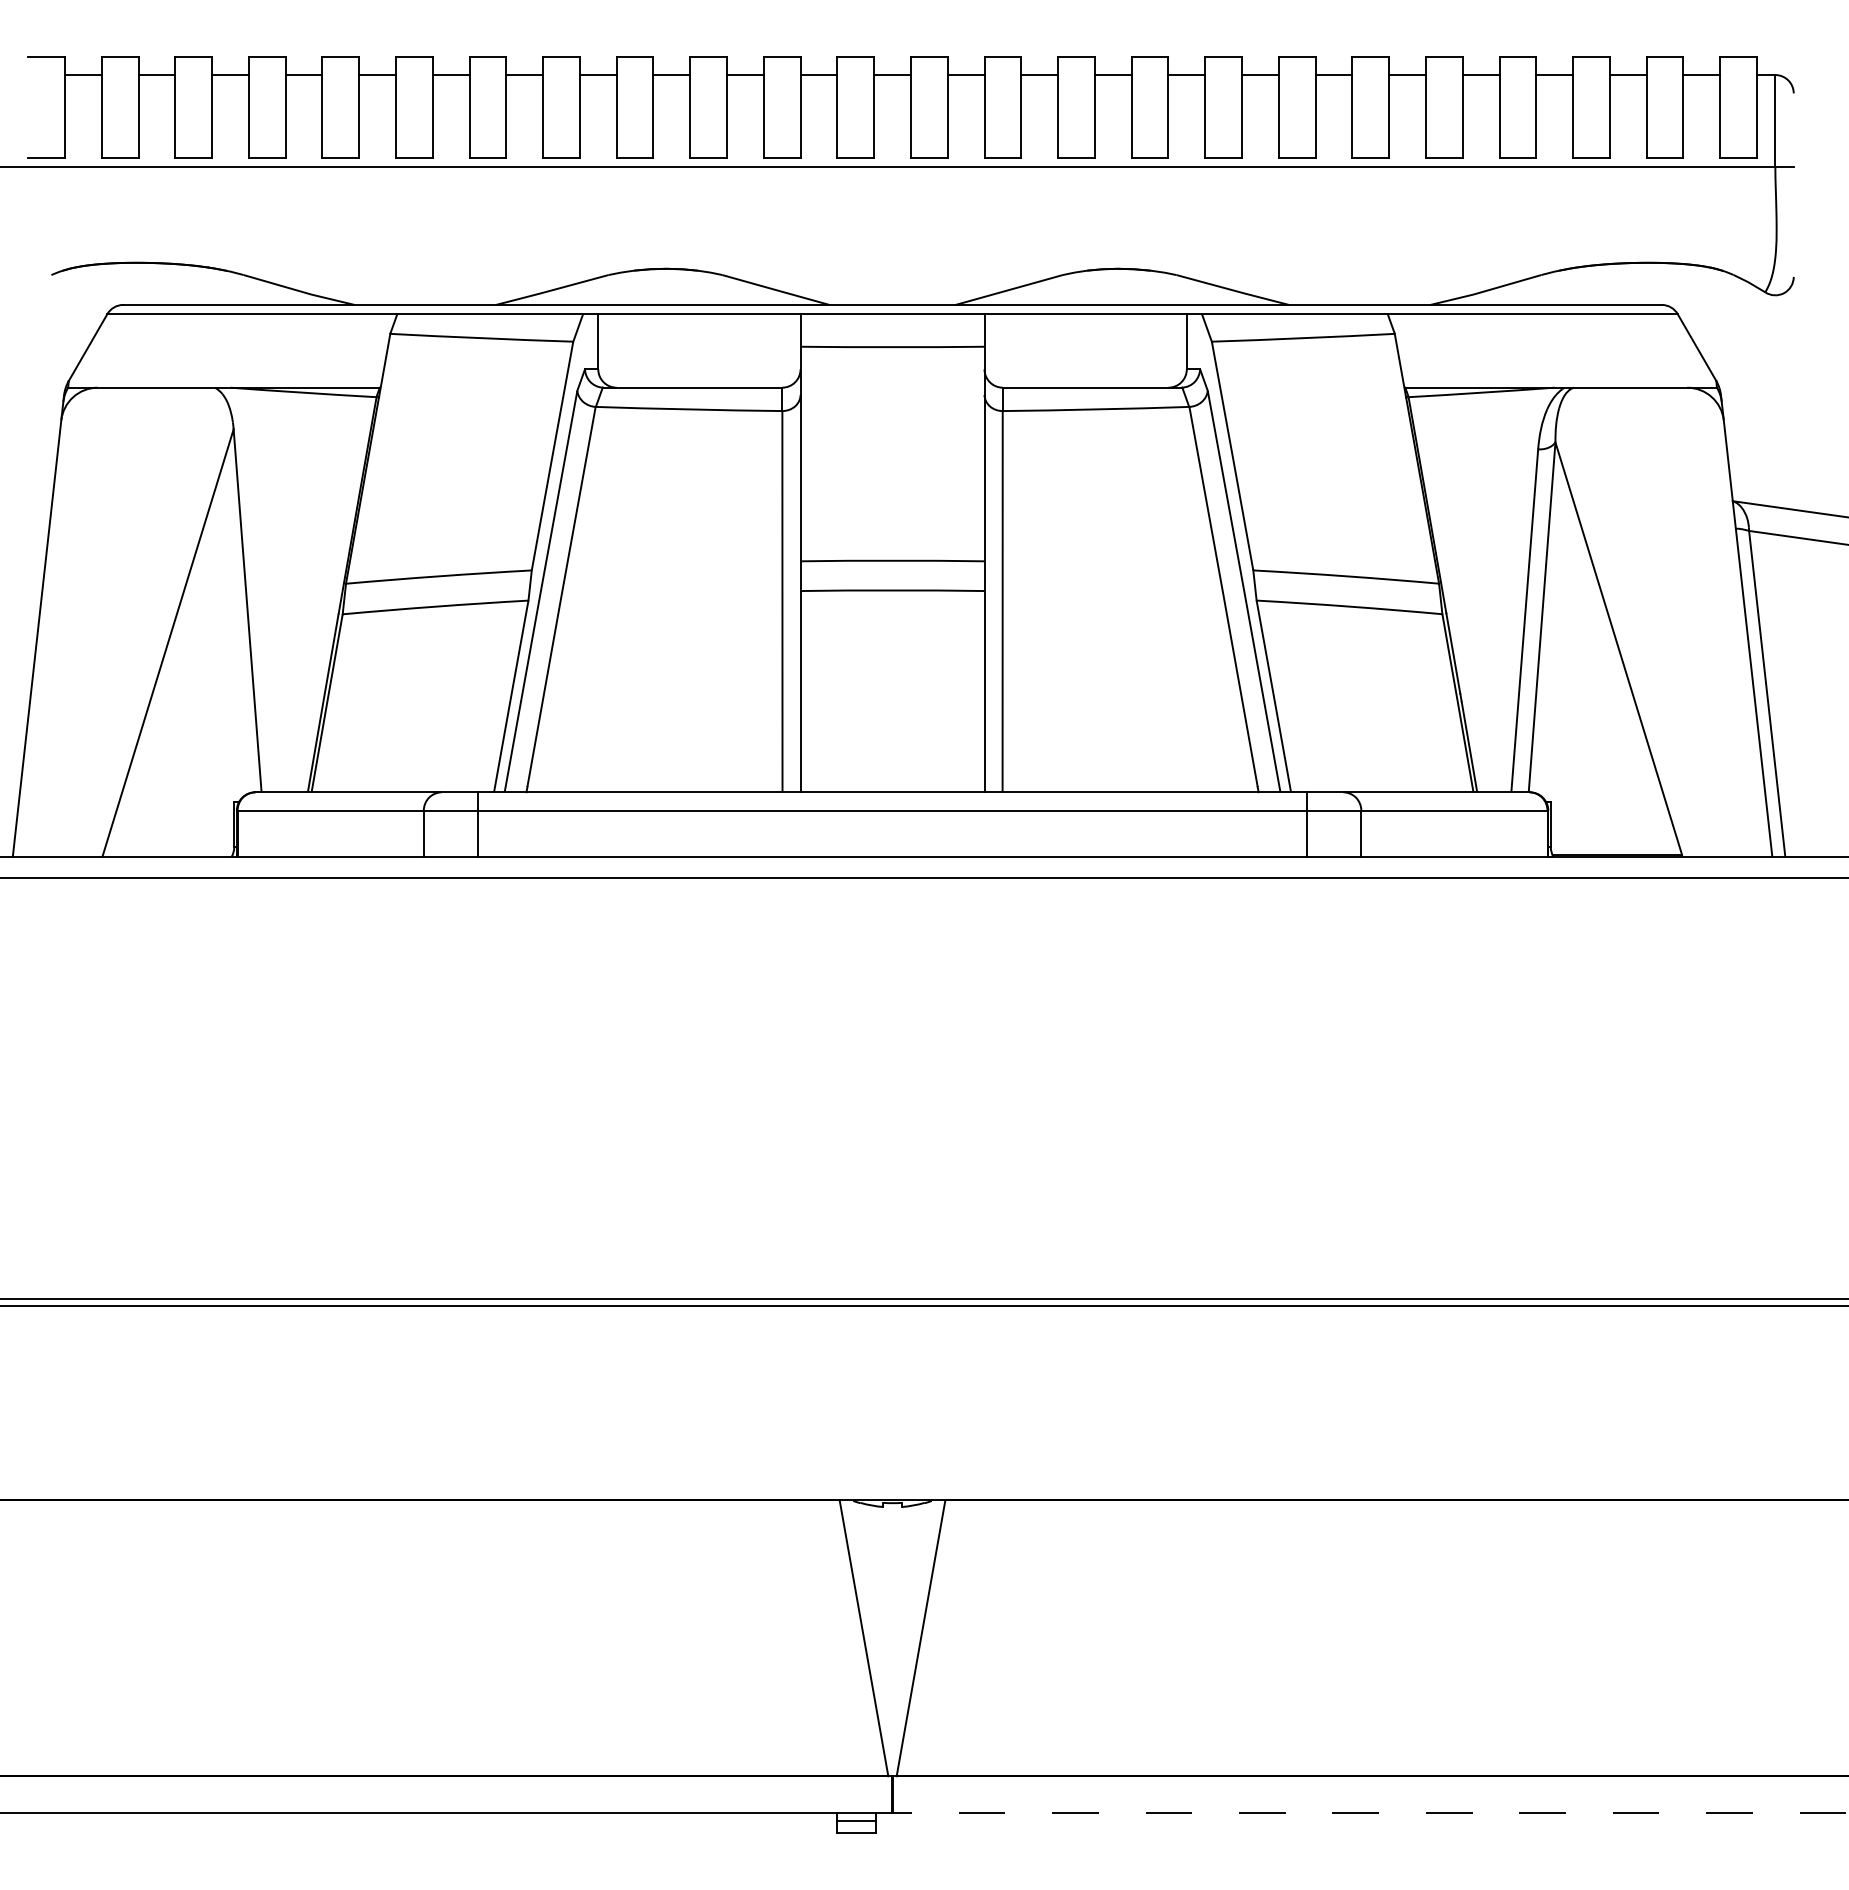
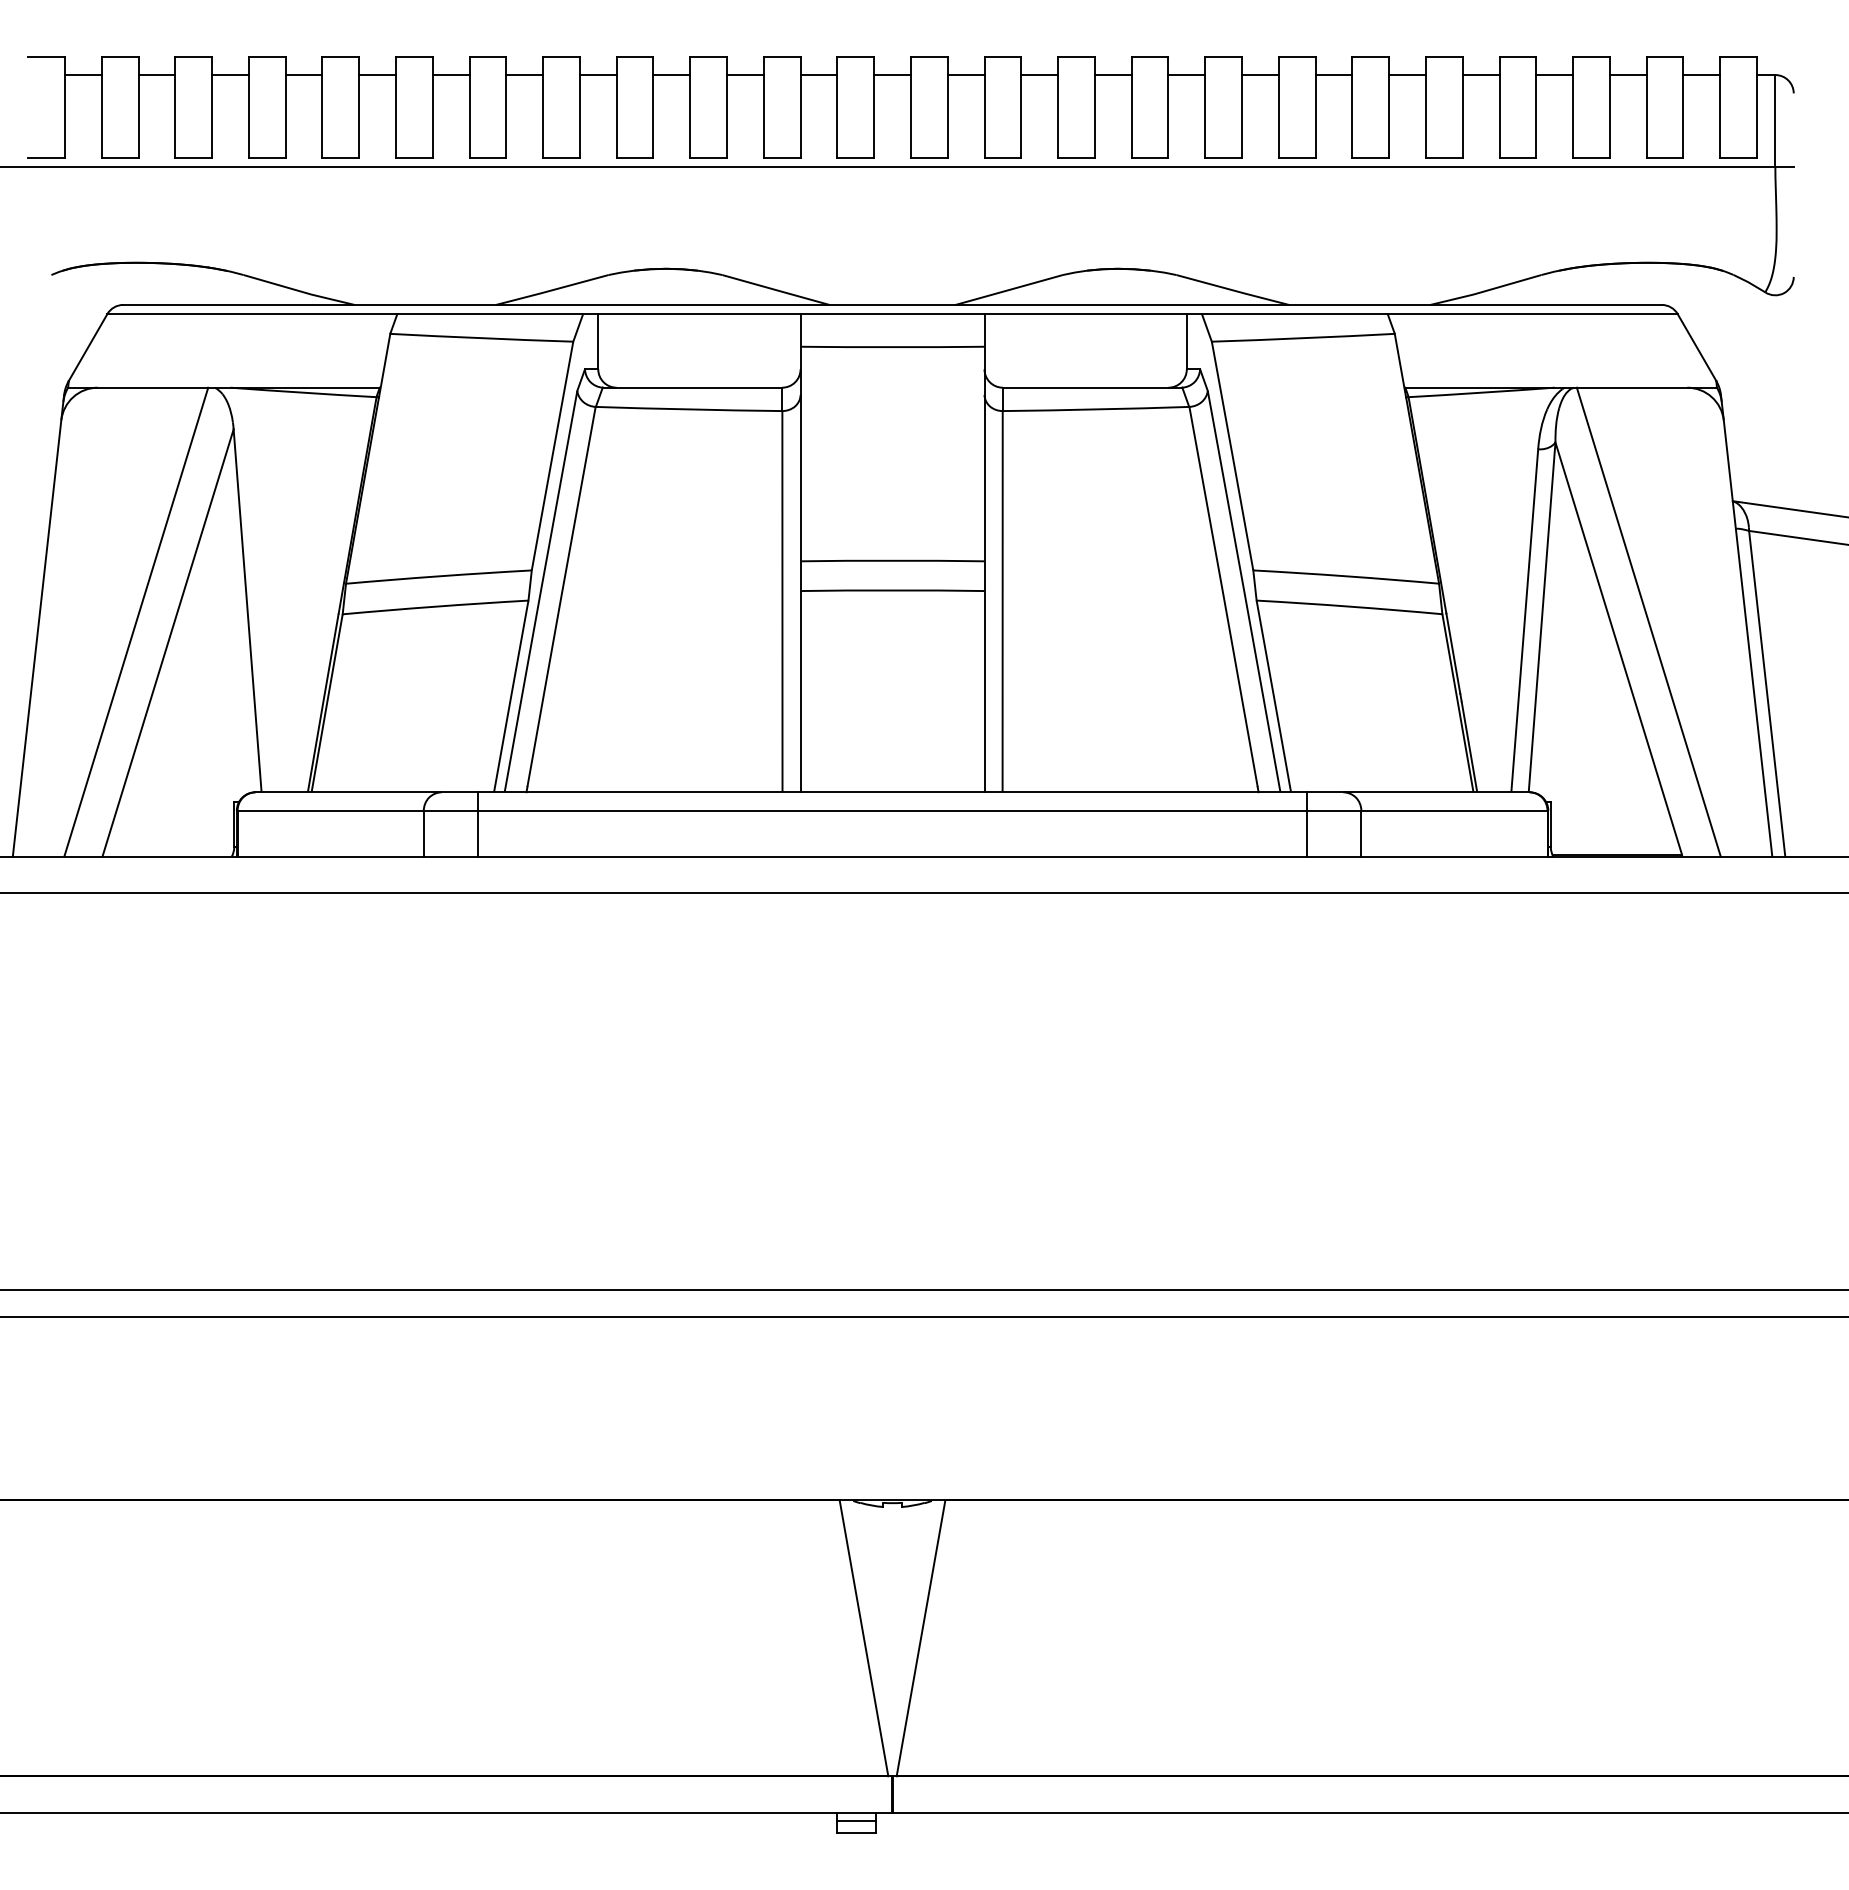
line at (136, 621): none -> present
line at (1648, 621): none -> present
line at (923, 877) position: (923, 877) -> (923, 892)
line at (923, 1299) position: (923, 1299) -> (923, 1317)
line at (923, 1305) position: (923, 1305) -> (923, 1289)
line at (1370, 1813): dashed -> solid
